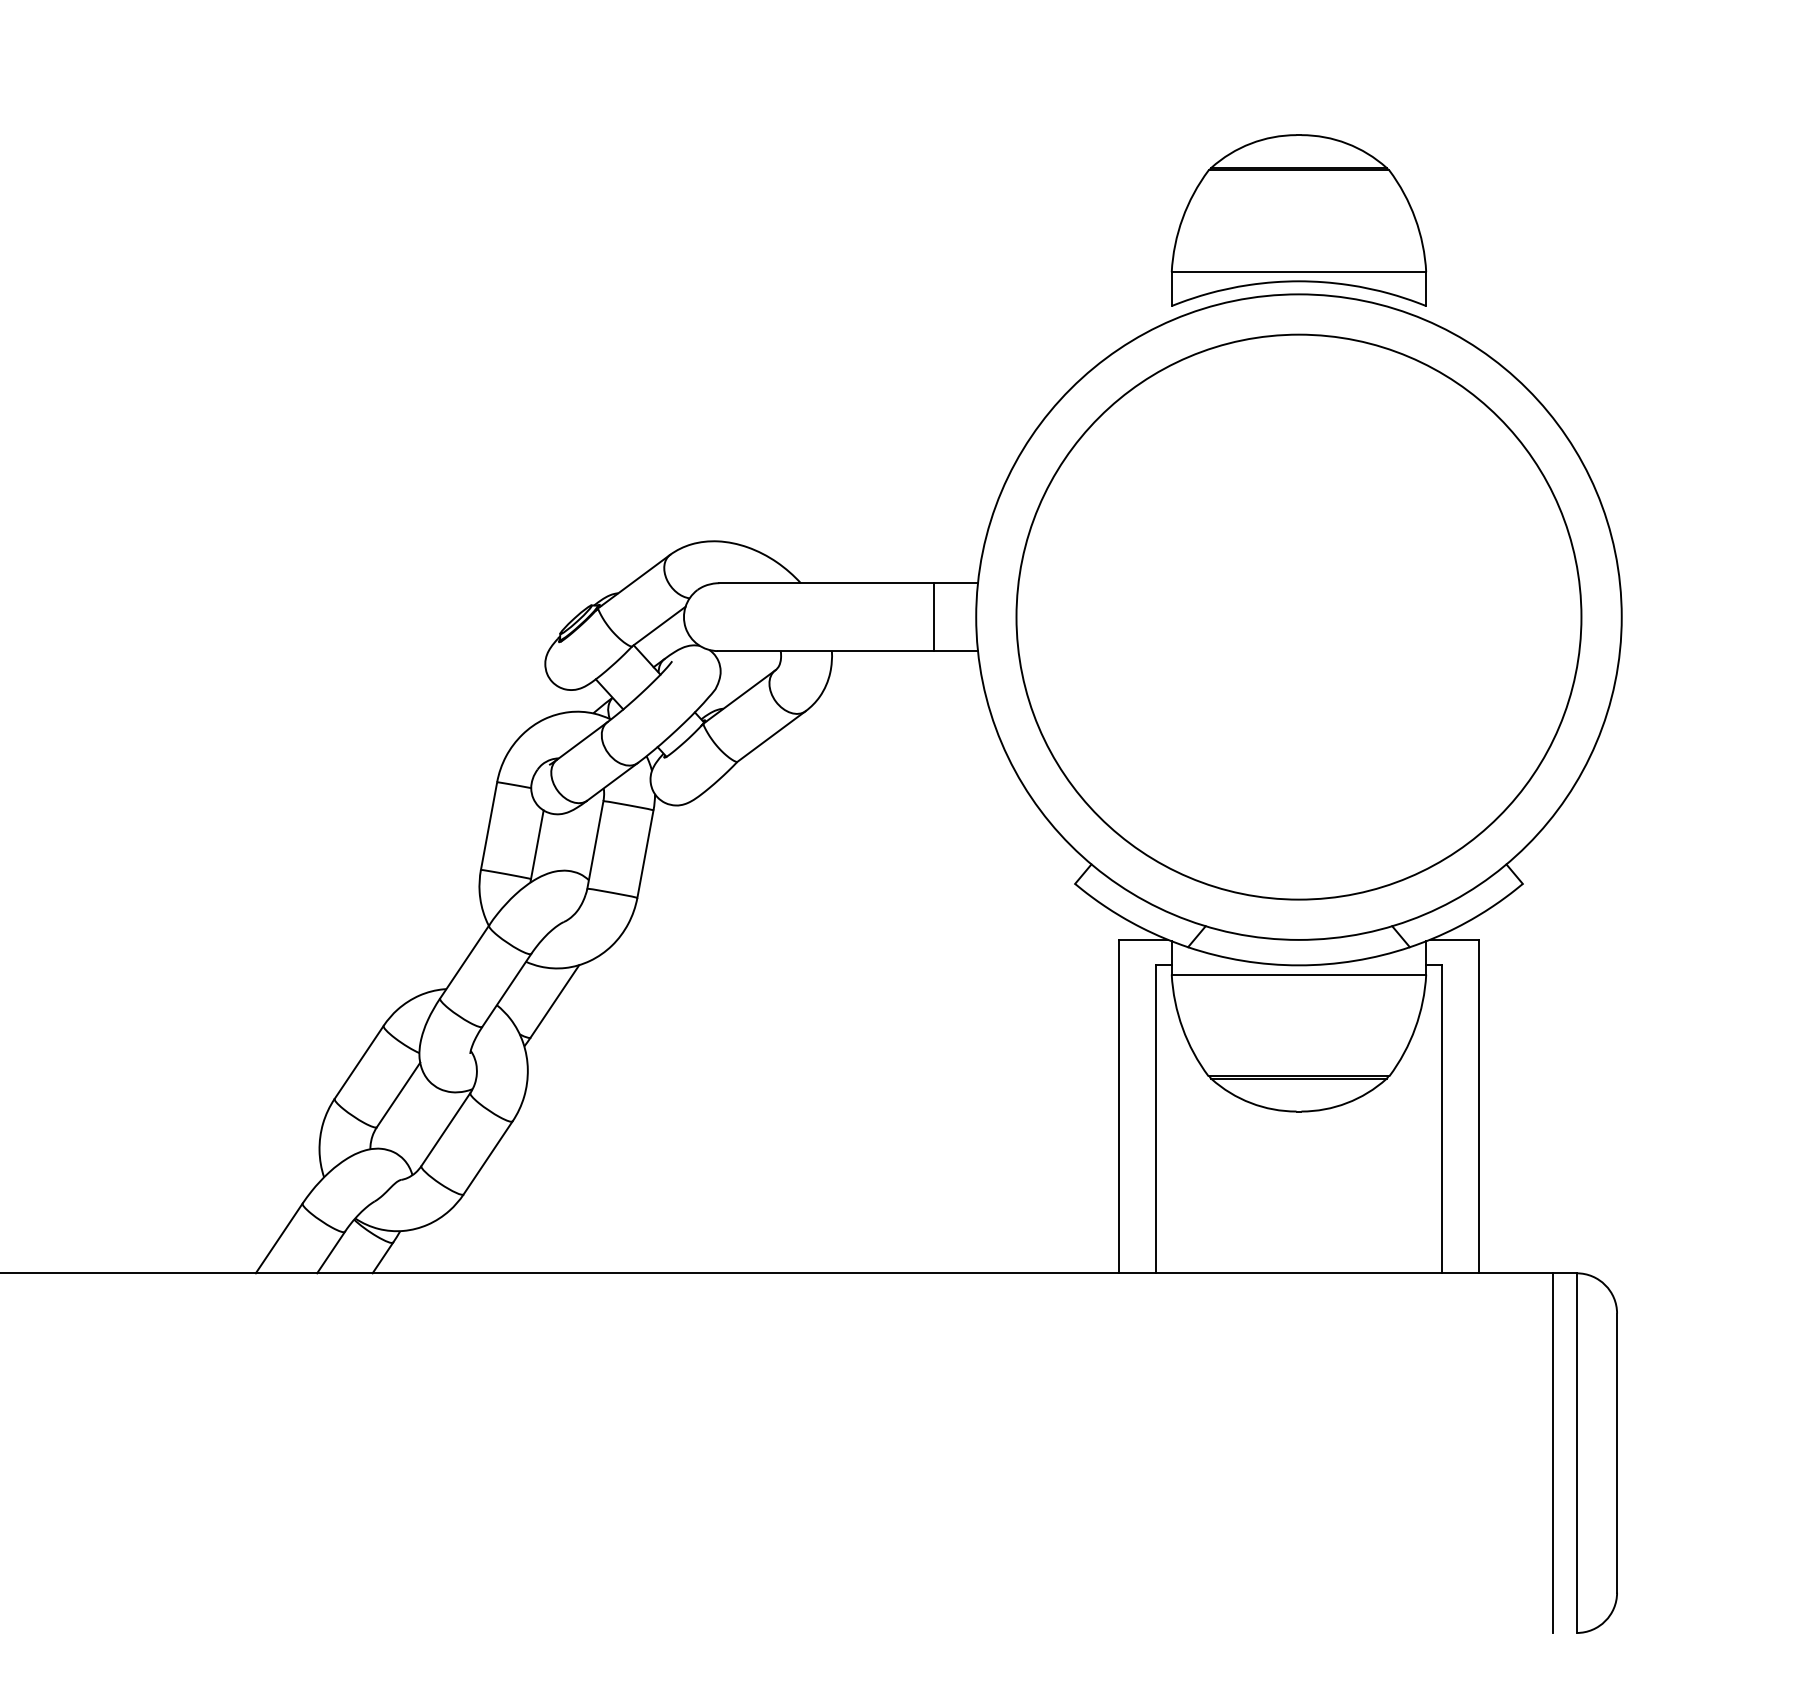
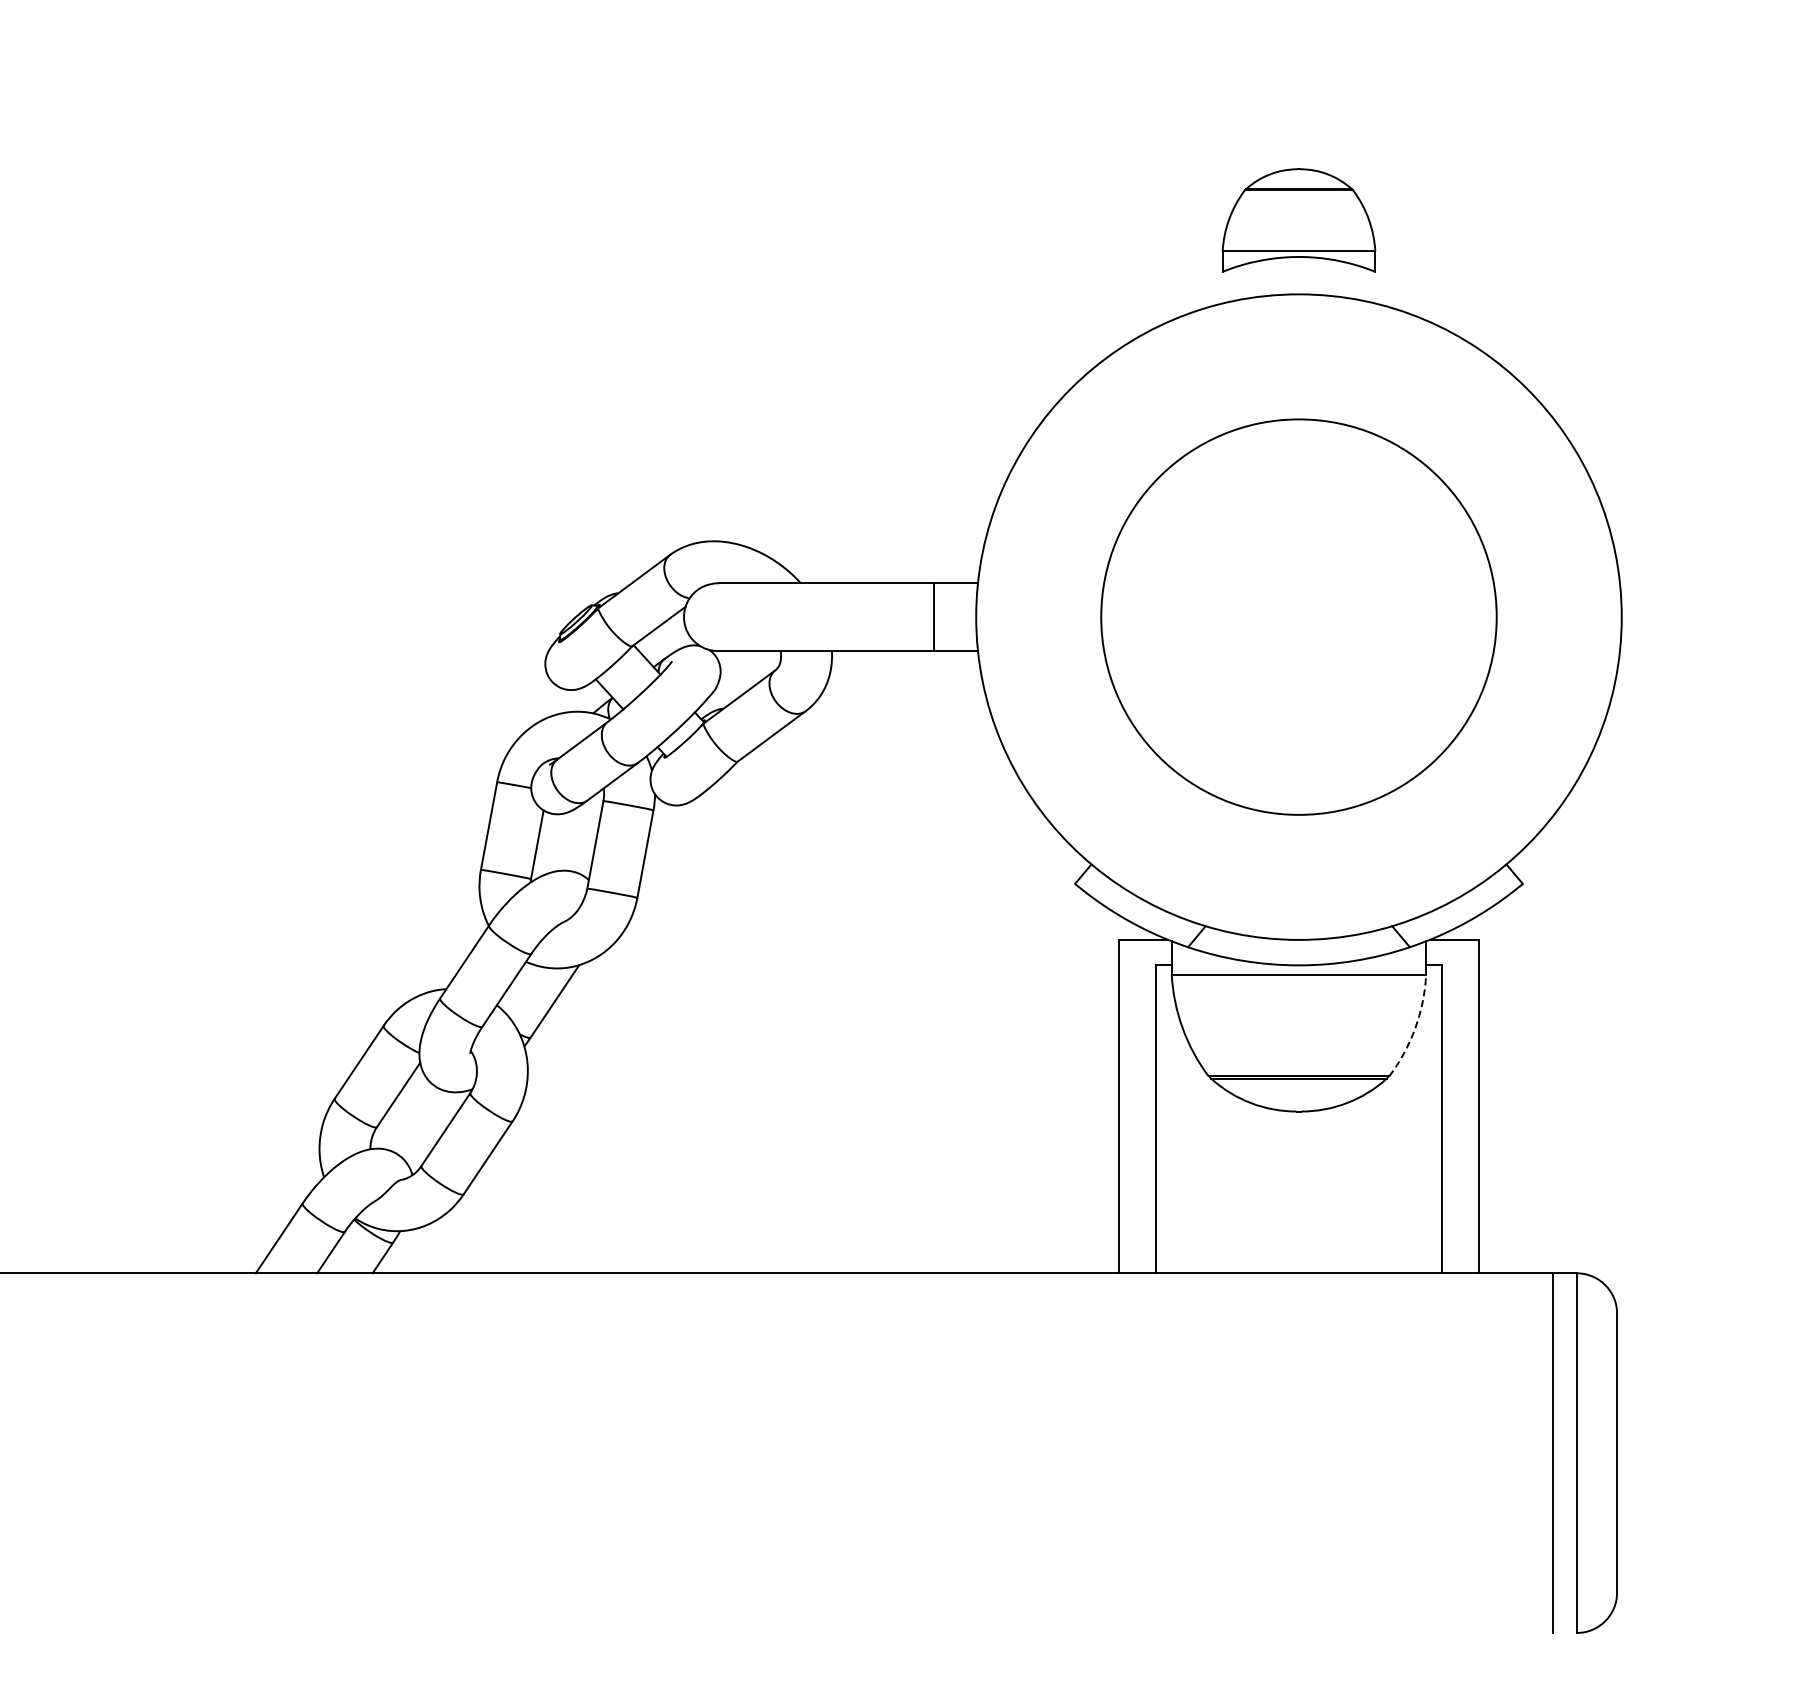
part at (1298, 220) size: 258x173 px -> 156x105 px
circle at (1298, 616) diameter: 565 px -> 395 px
arc at (1415, 1028): solid -> dashed
